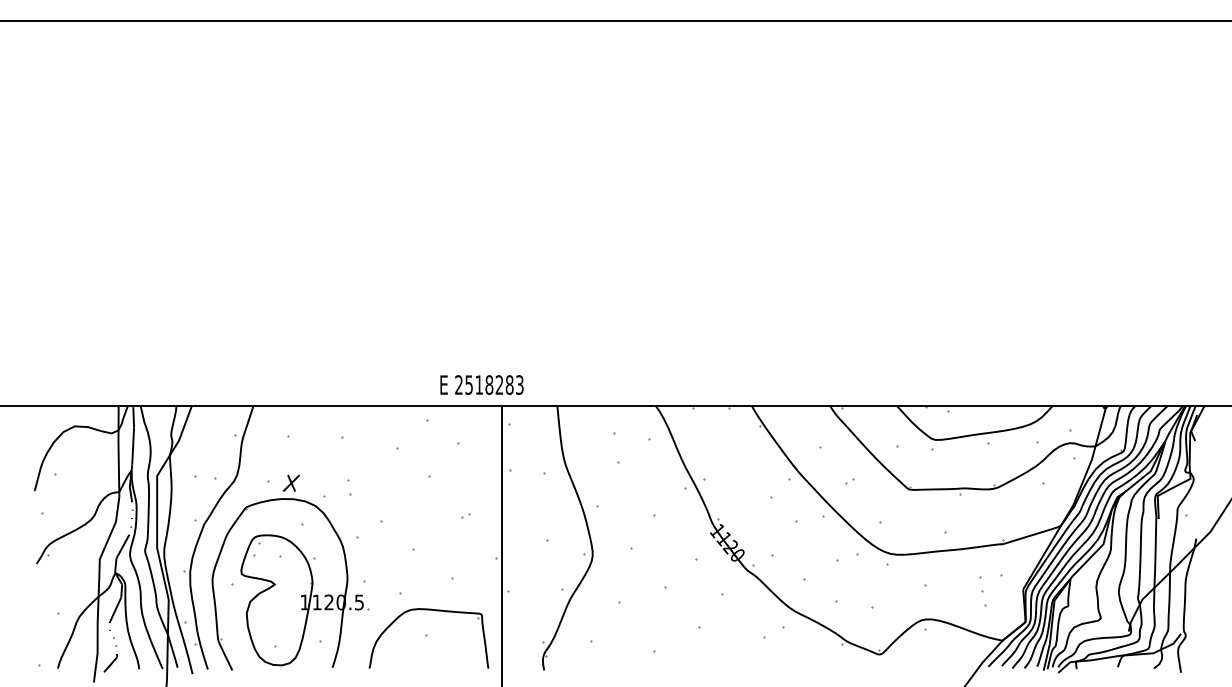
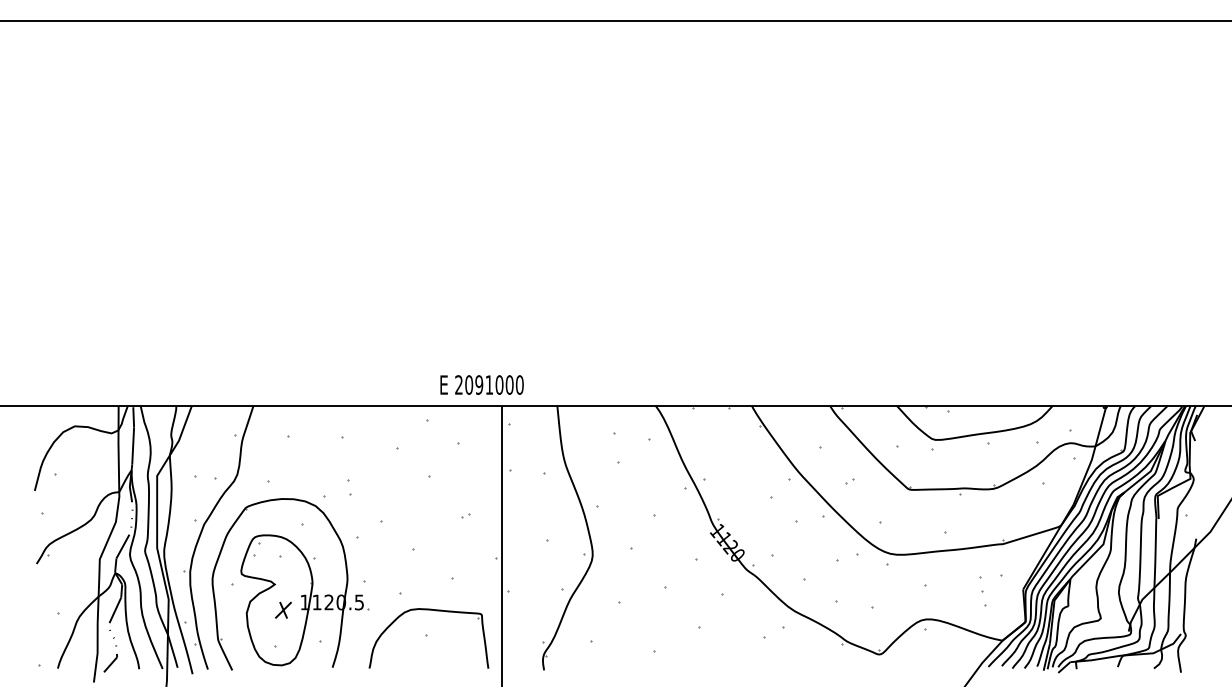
text at (494, 384): 2518283 -> 2091000
part at (291, 482) position: (291, 482) -> (283, 609)
